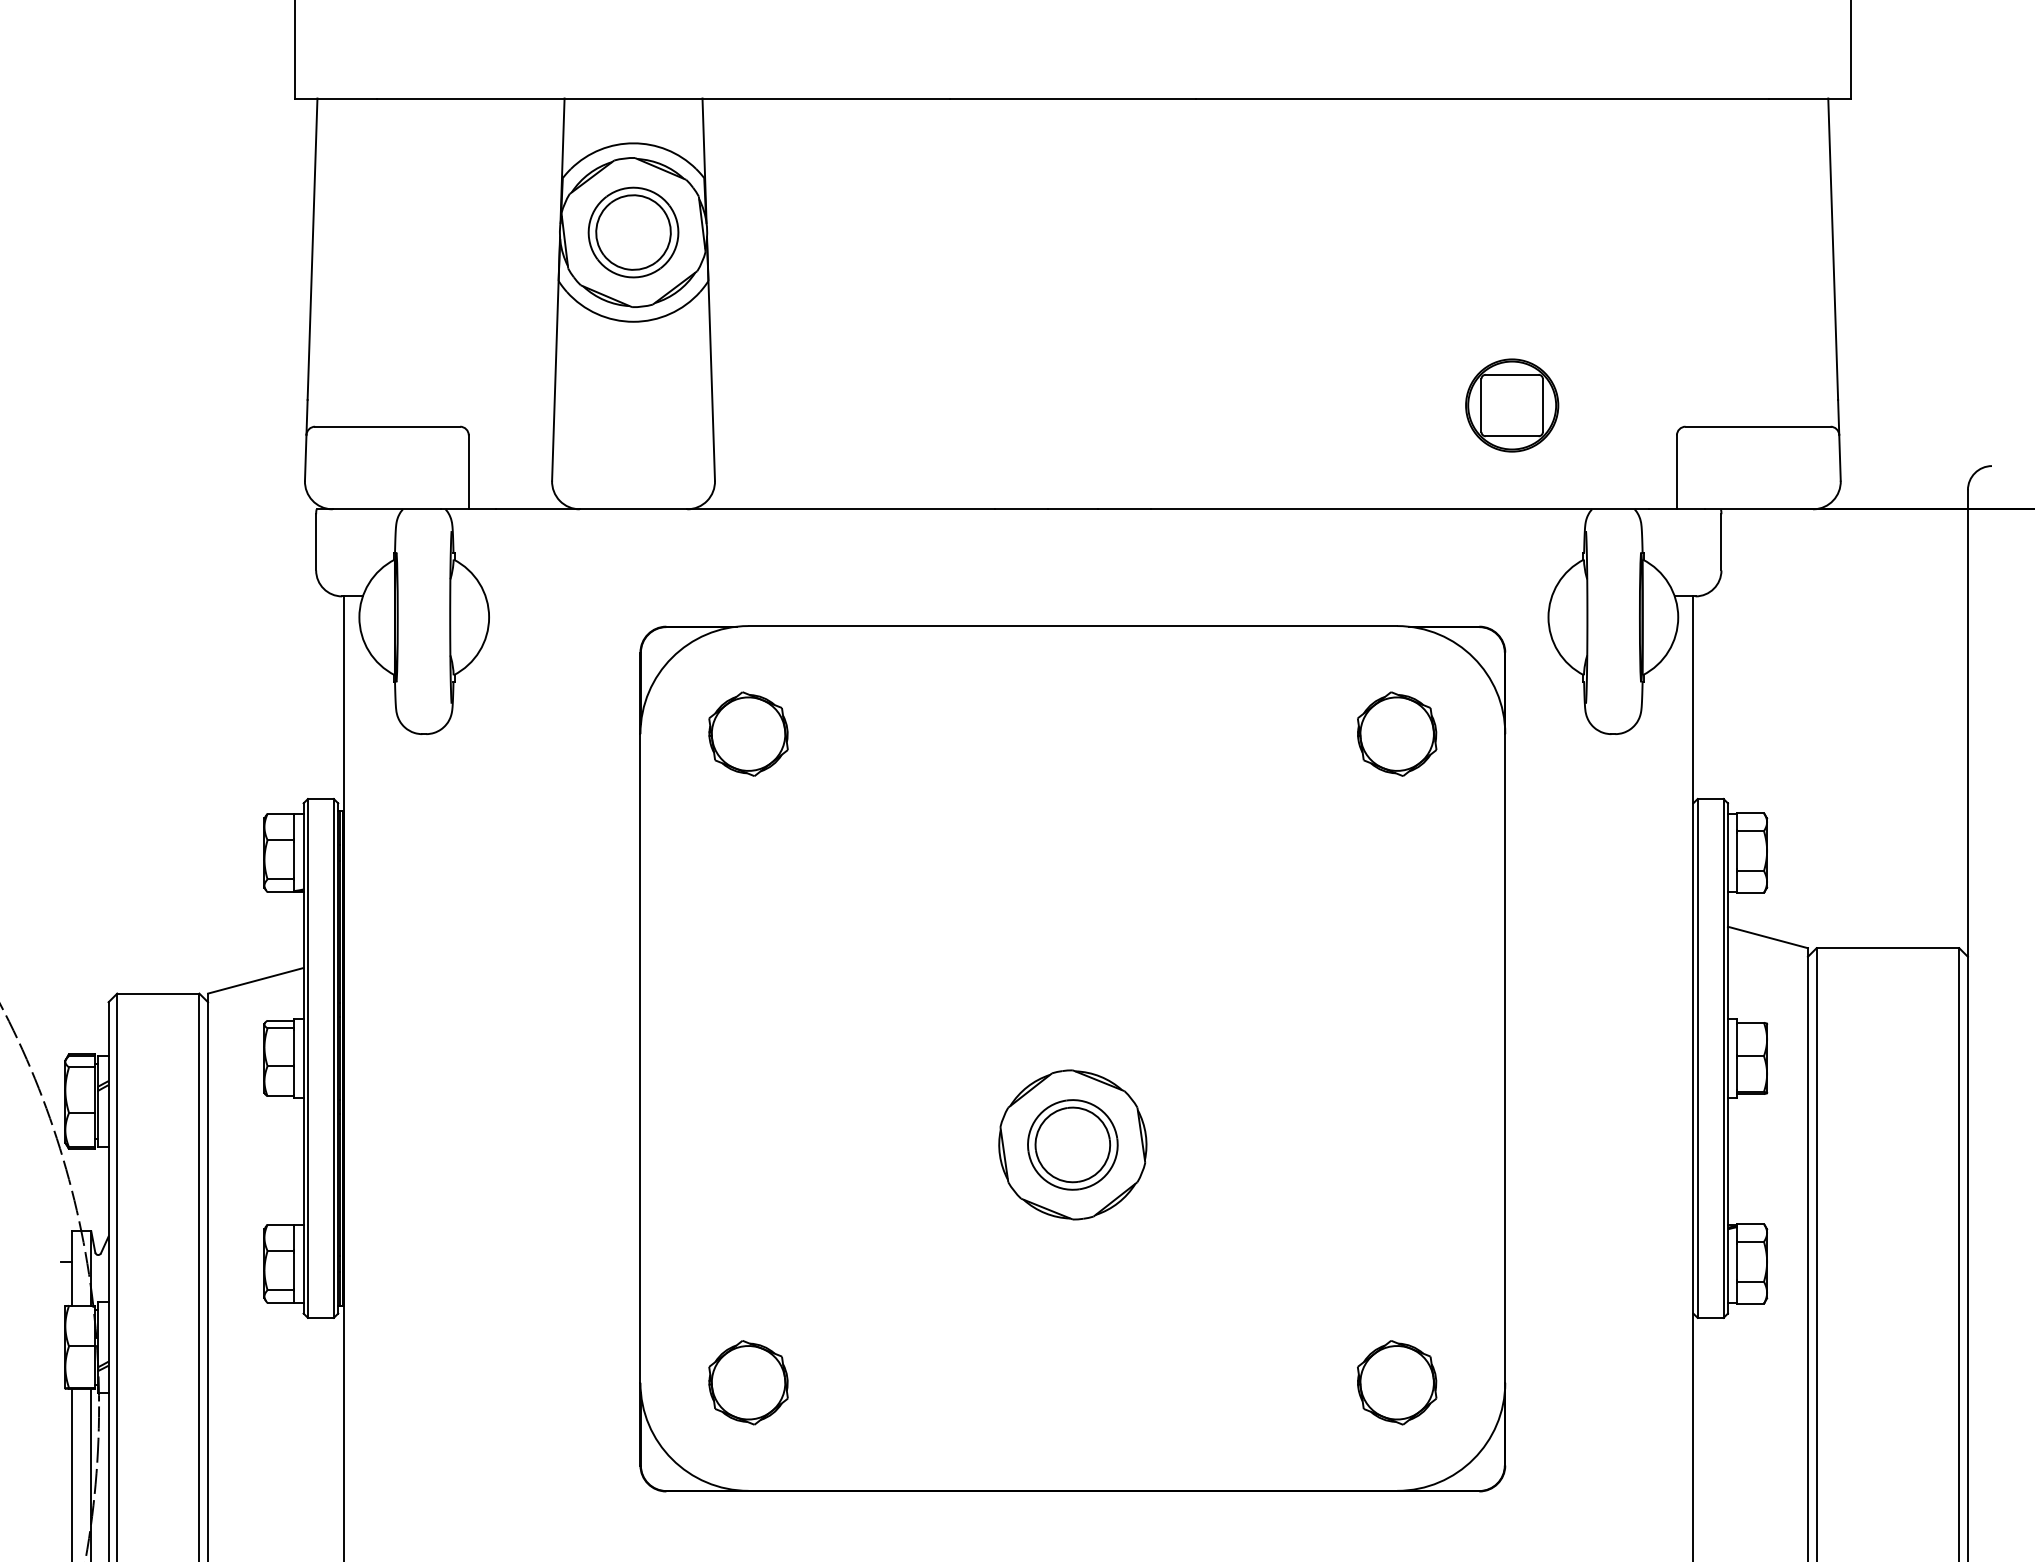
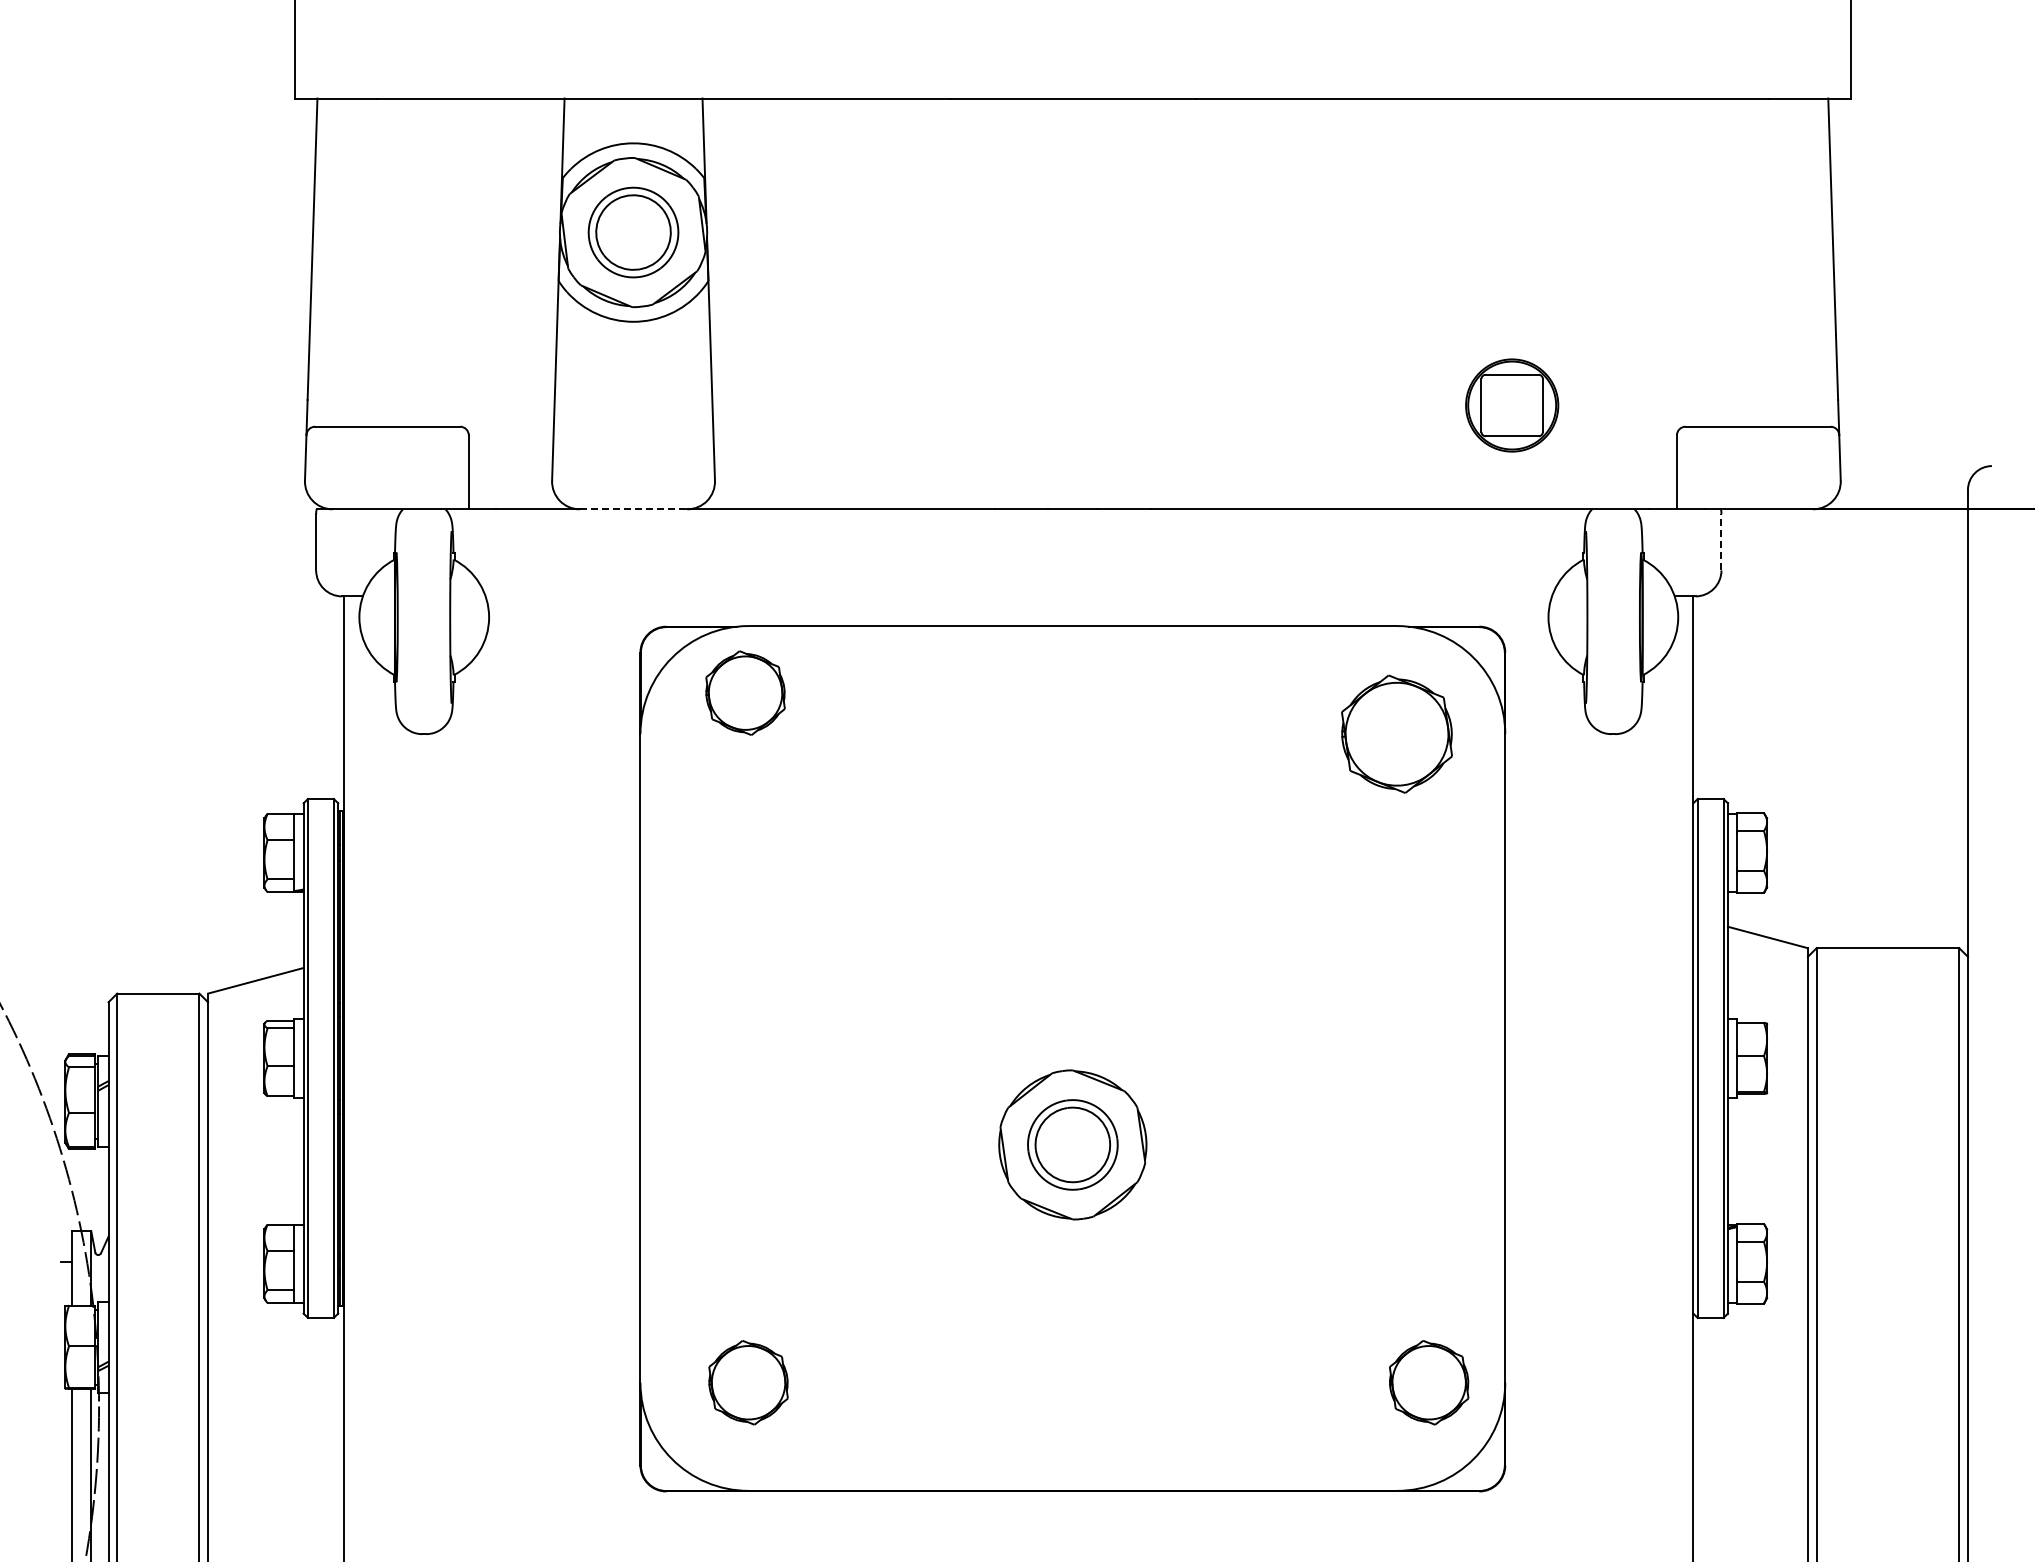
line at (633, 509): solid -> dashed
line at (1721, 541): solid -> dashed
part at (748, 733) position: (748, 733) -> (745, 692)
part at (1397, 733) size: 81x86 px -> 112x120 px
part at (1397, 1382) position: (1397, 1382) -> (1429, 1382)
